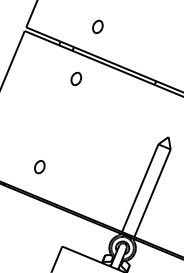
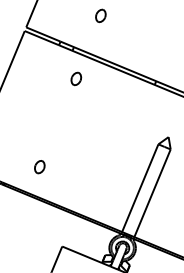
part at (97, 26) position: (97, 26) -> (100, 15)
